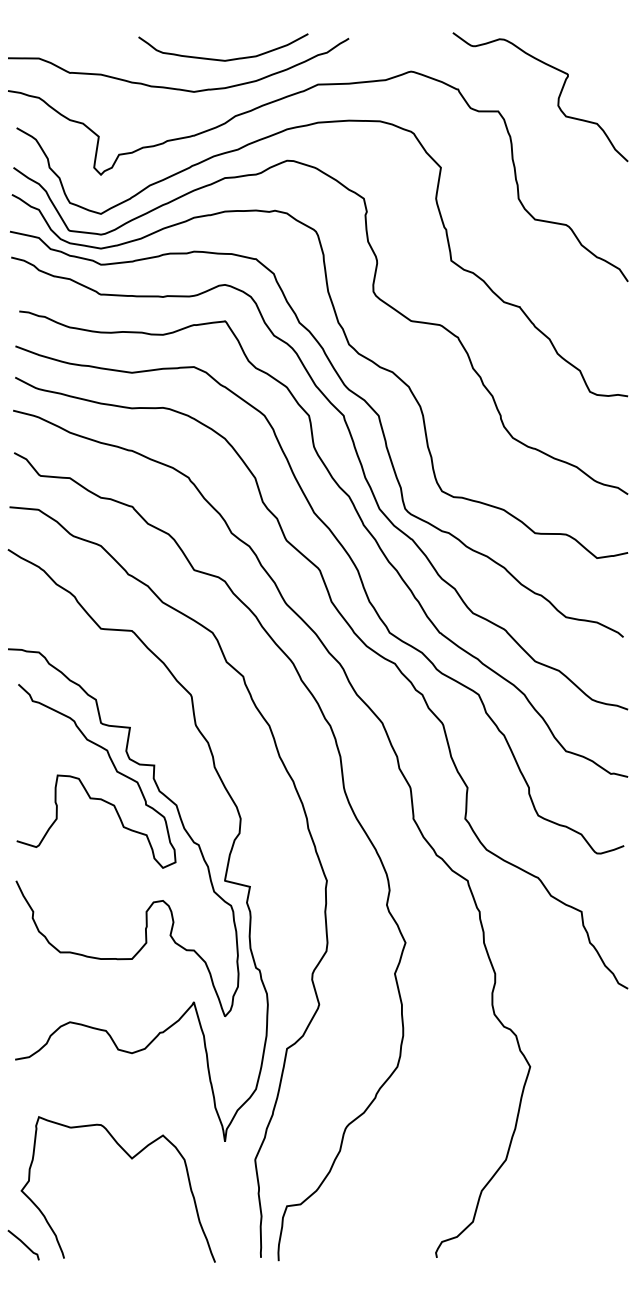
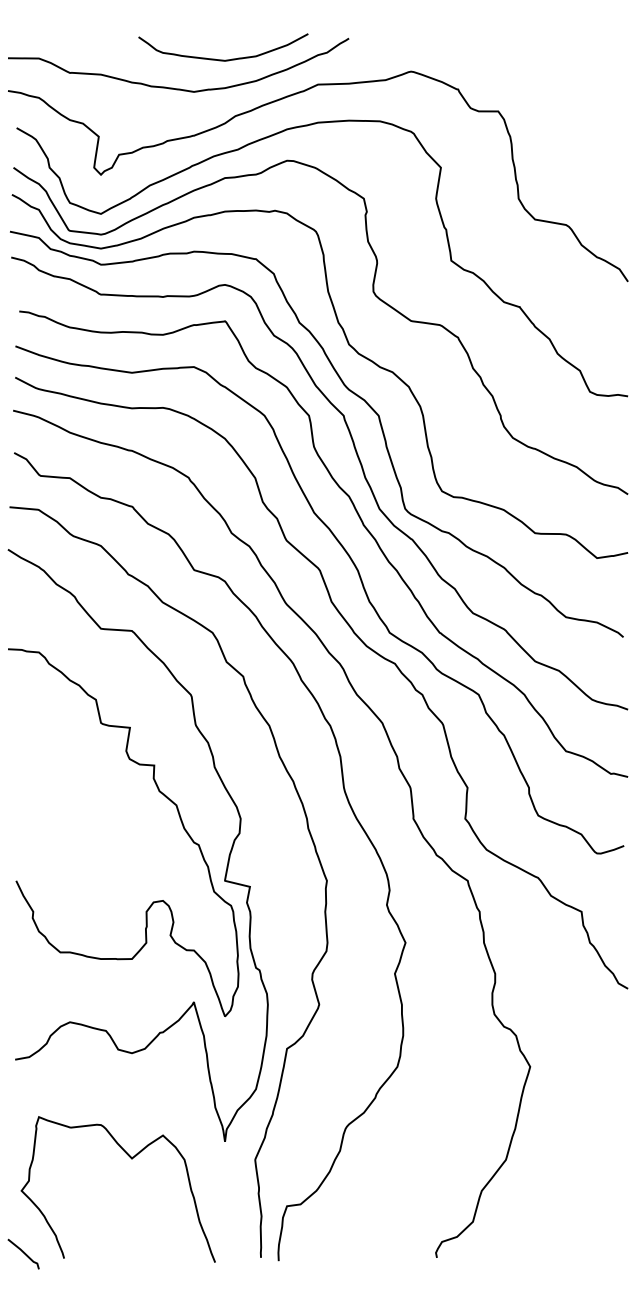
curve at (557, 98): present -> none
curve at (82, 782): present -> none
line at (23, 1244) position: (23, 1244) -> (23, 1253)
